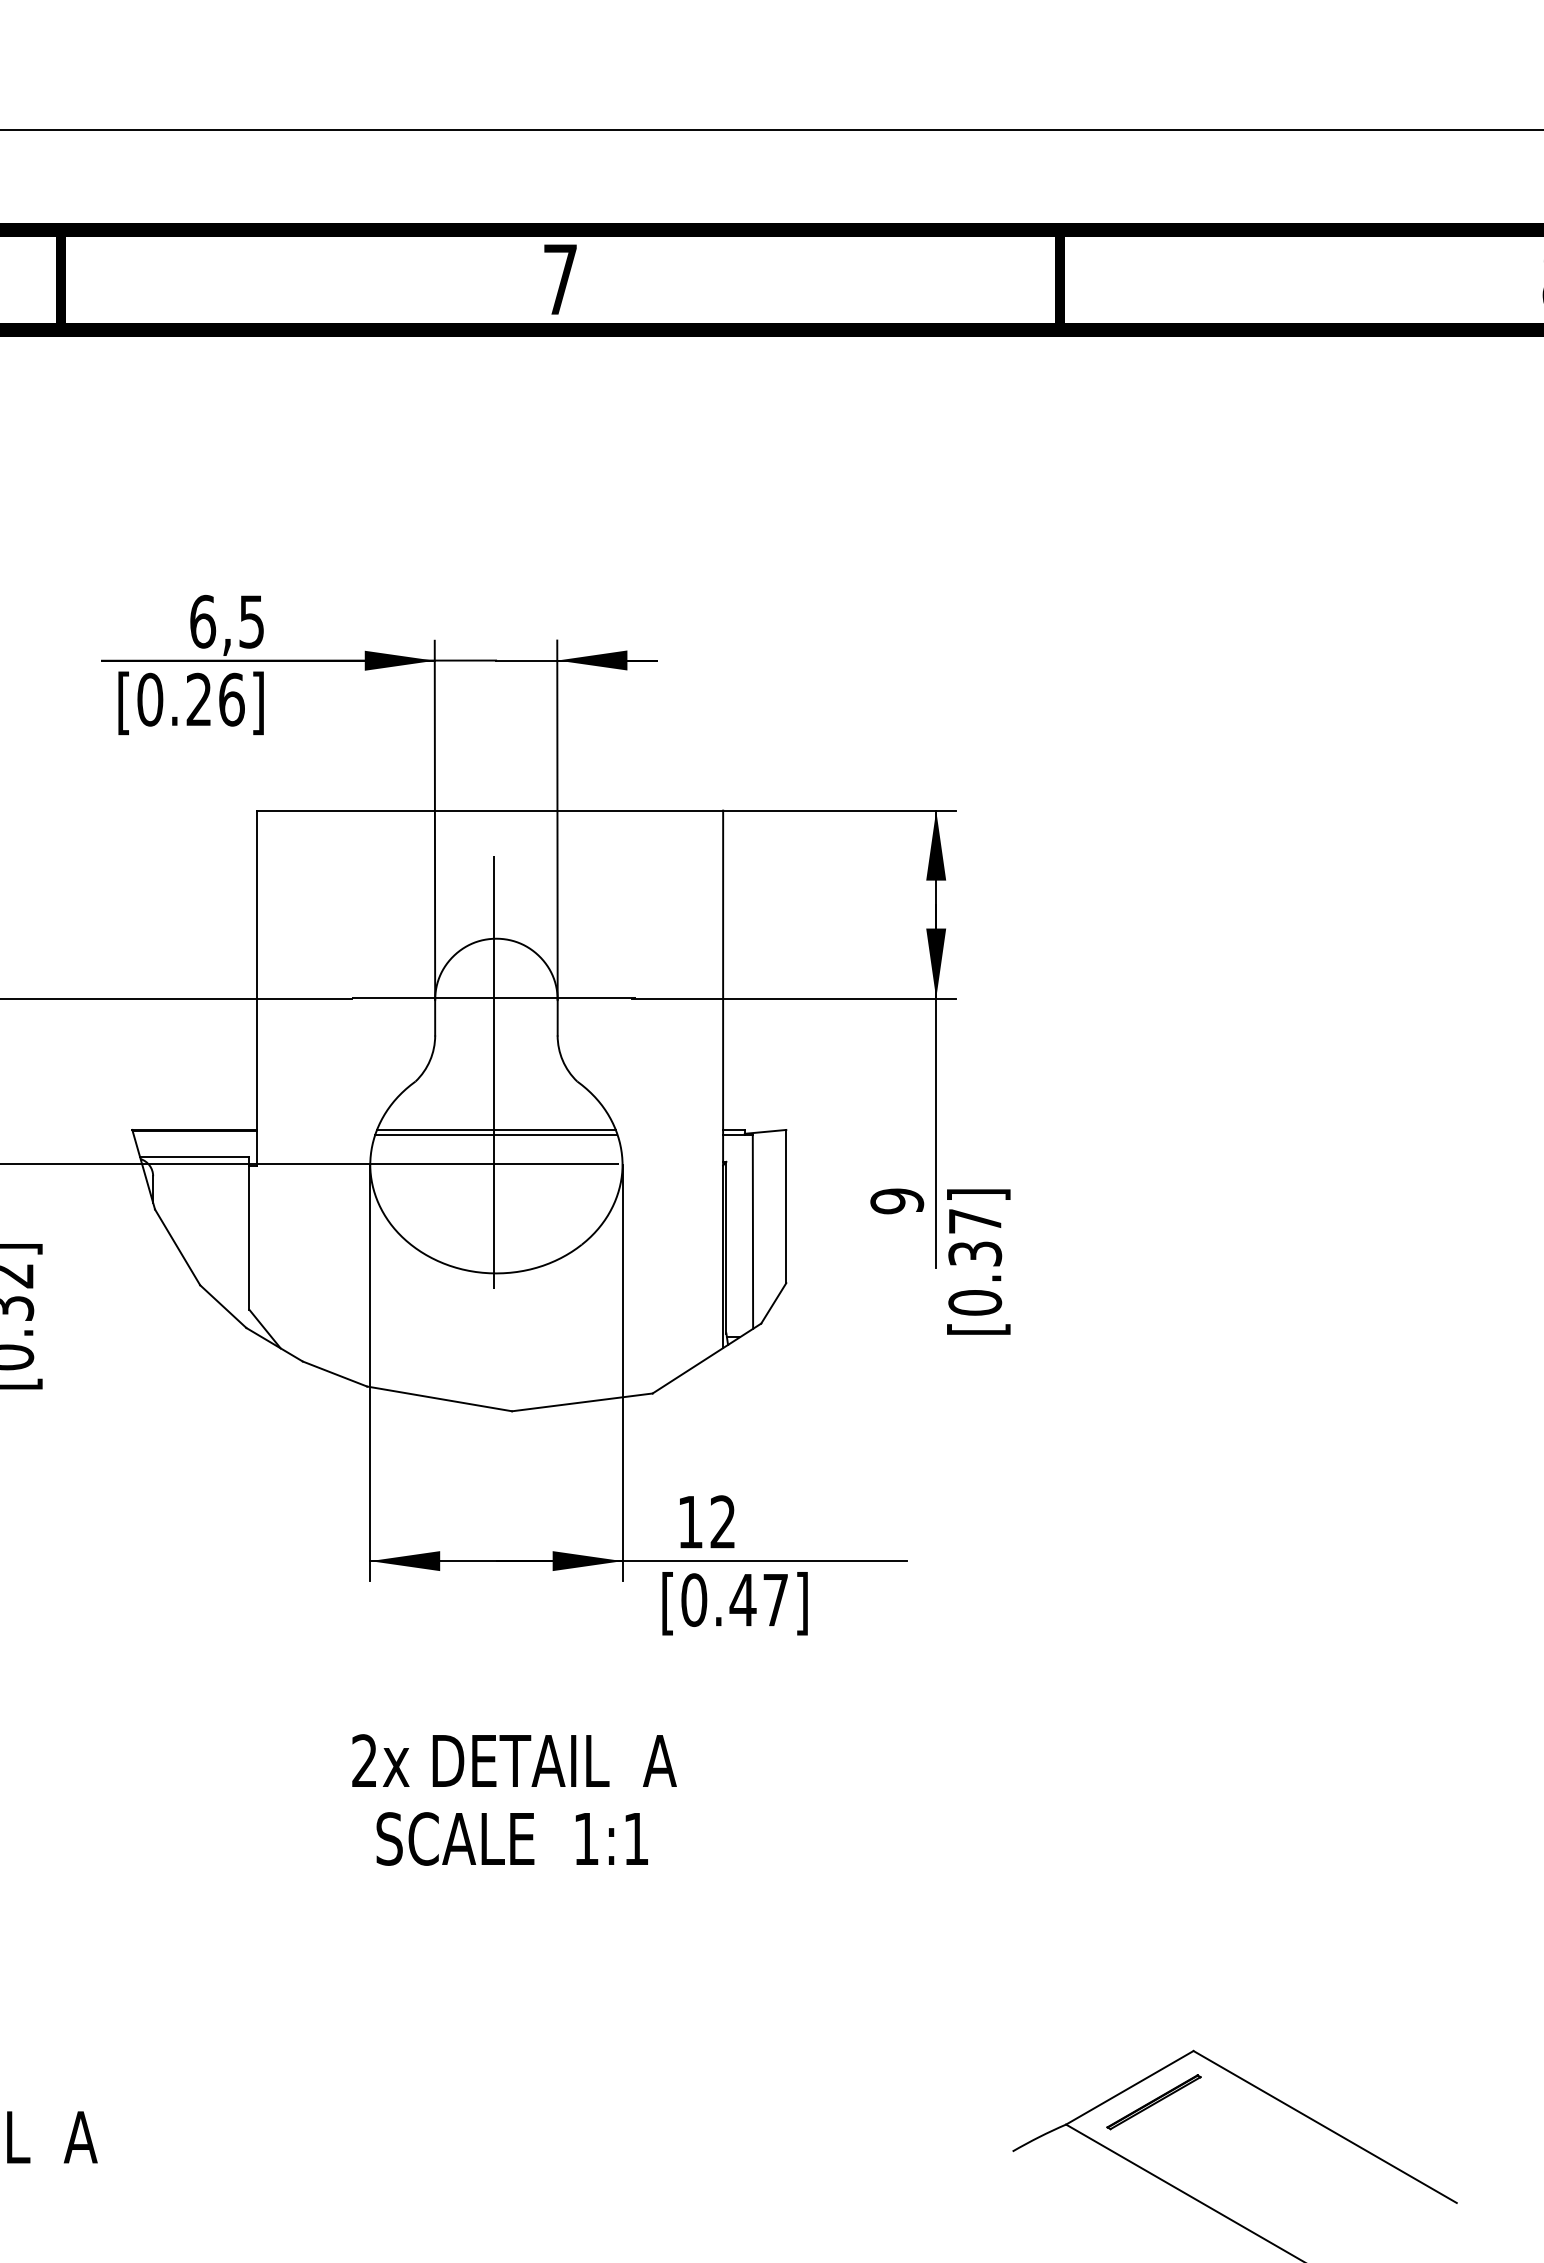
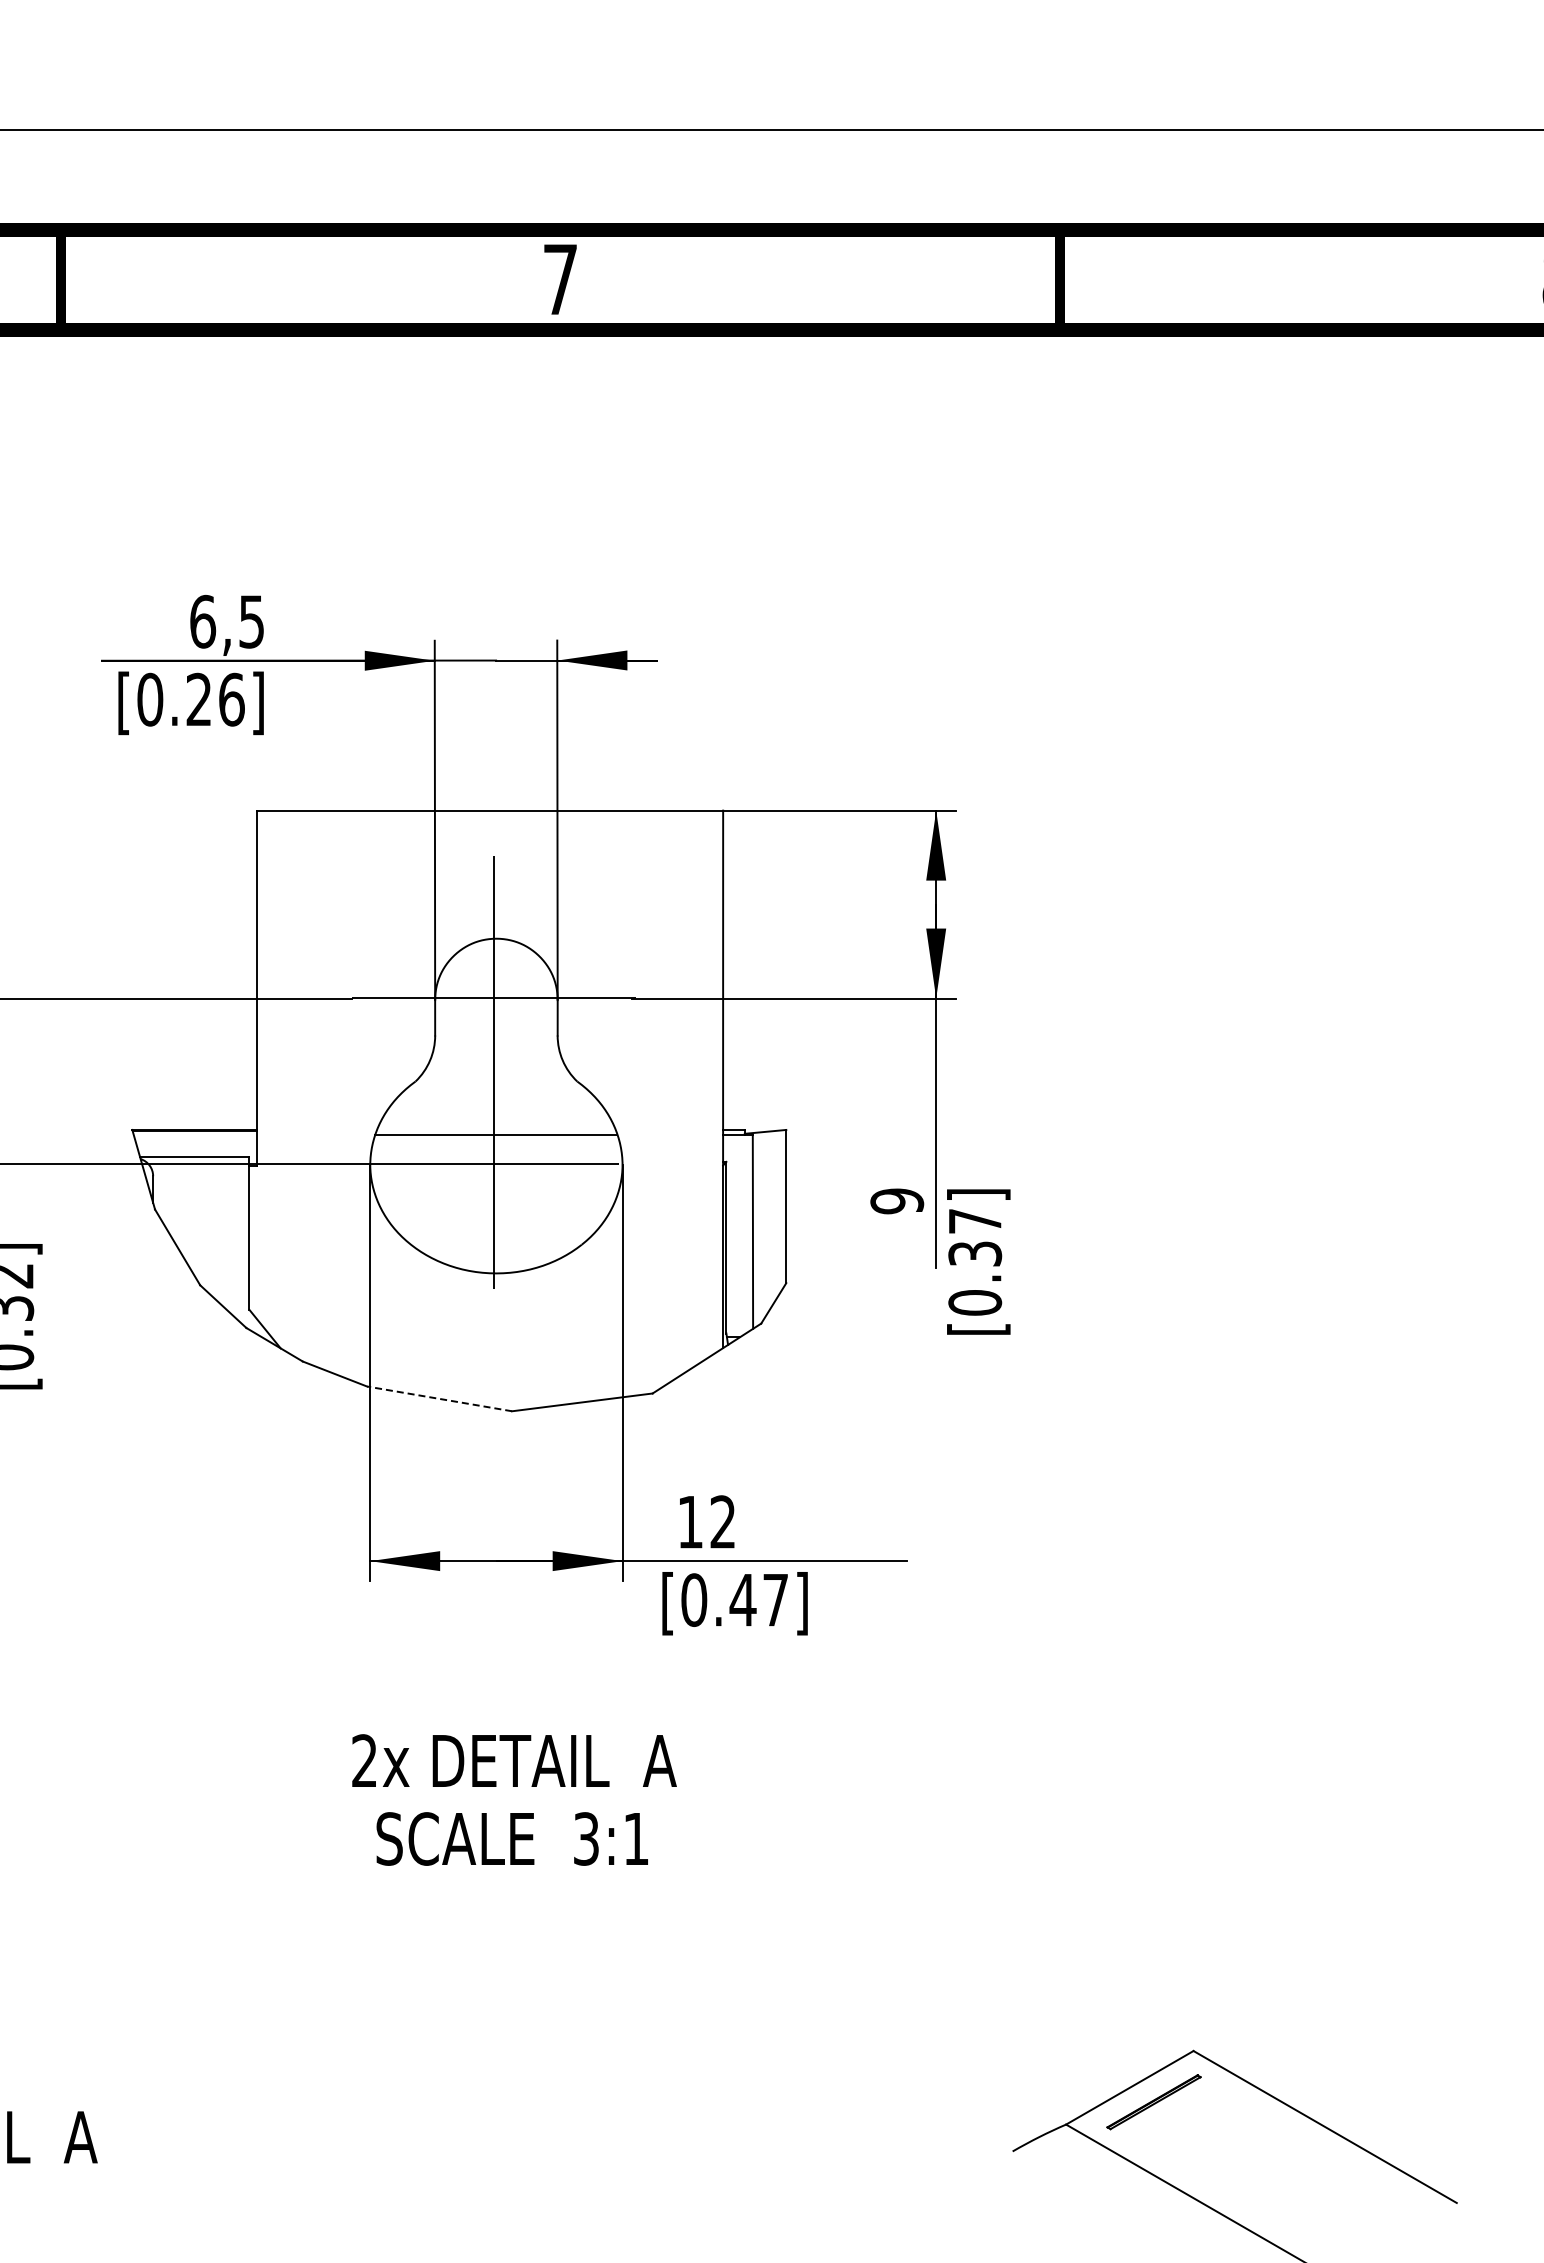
line at (496, 1129): present -> none
line at (439, 1398): solid -> dashed
text at (586, 1838): 1:1 -> 3:1
